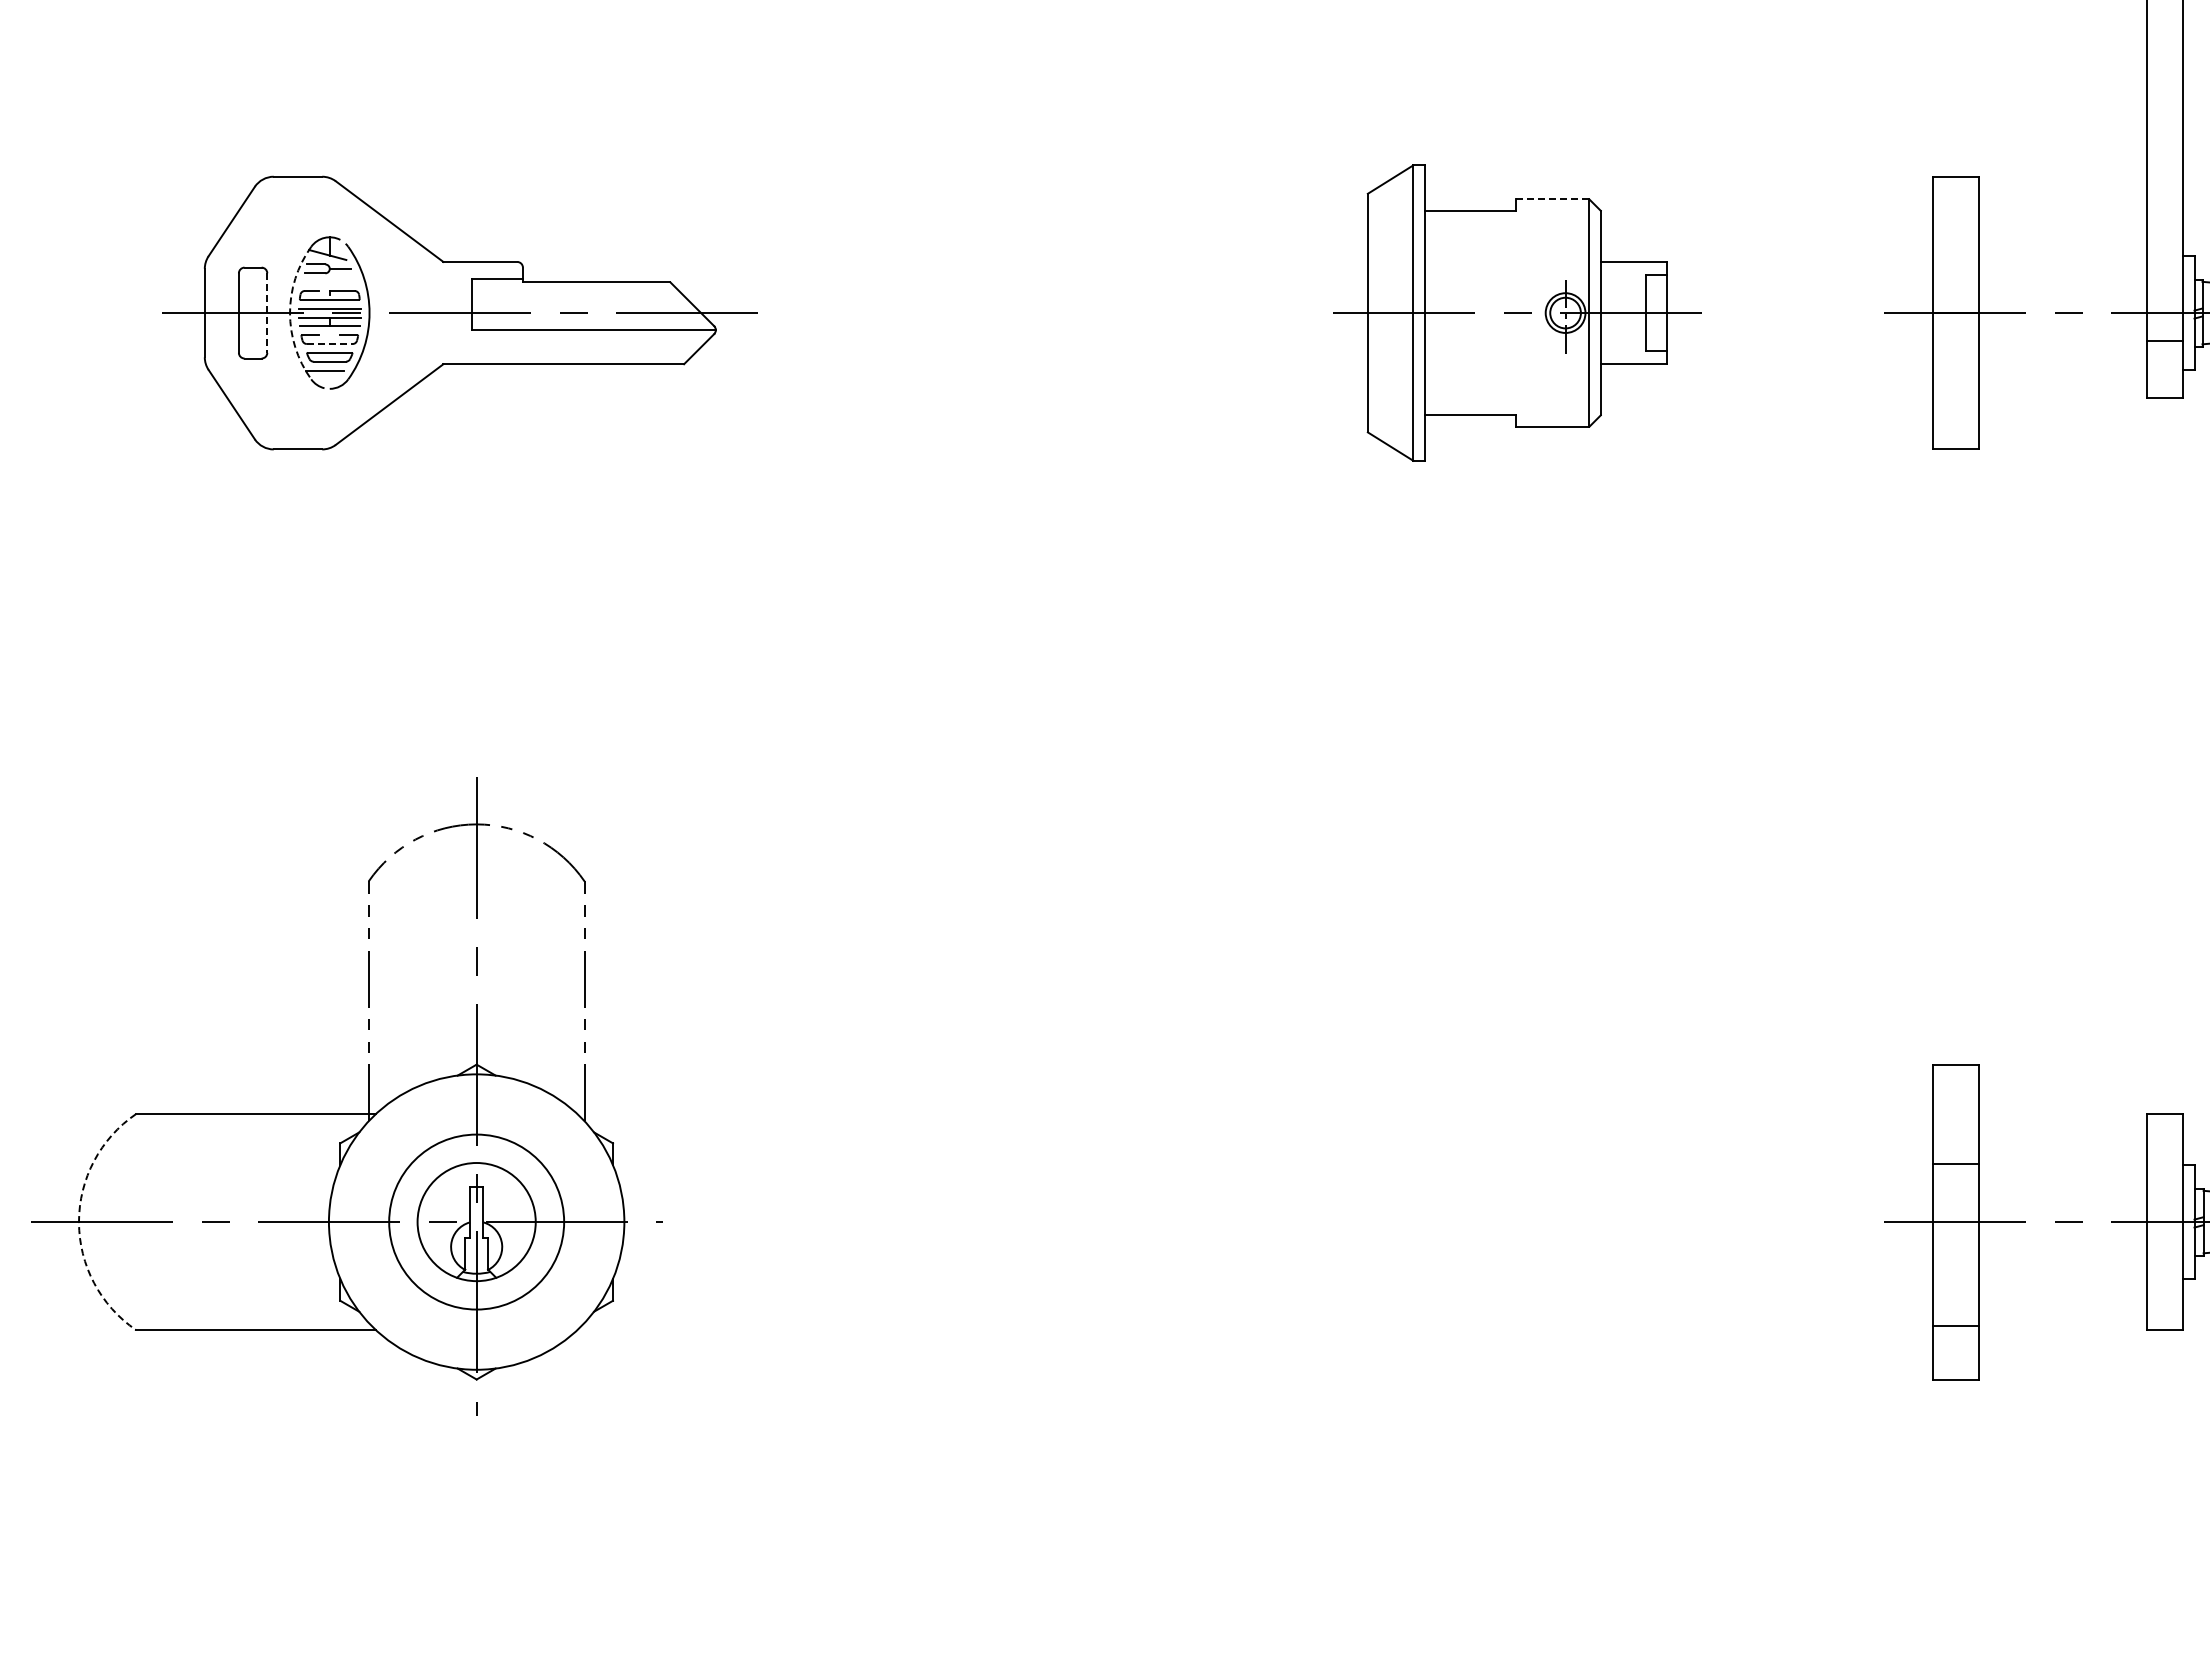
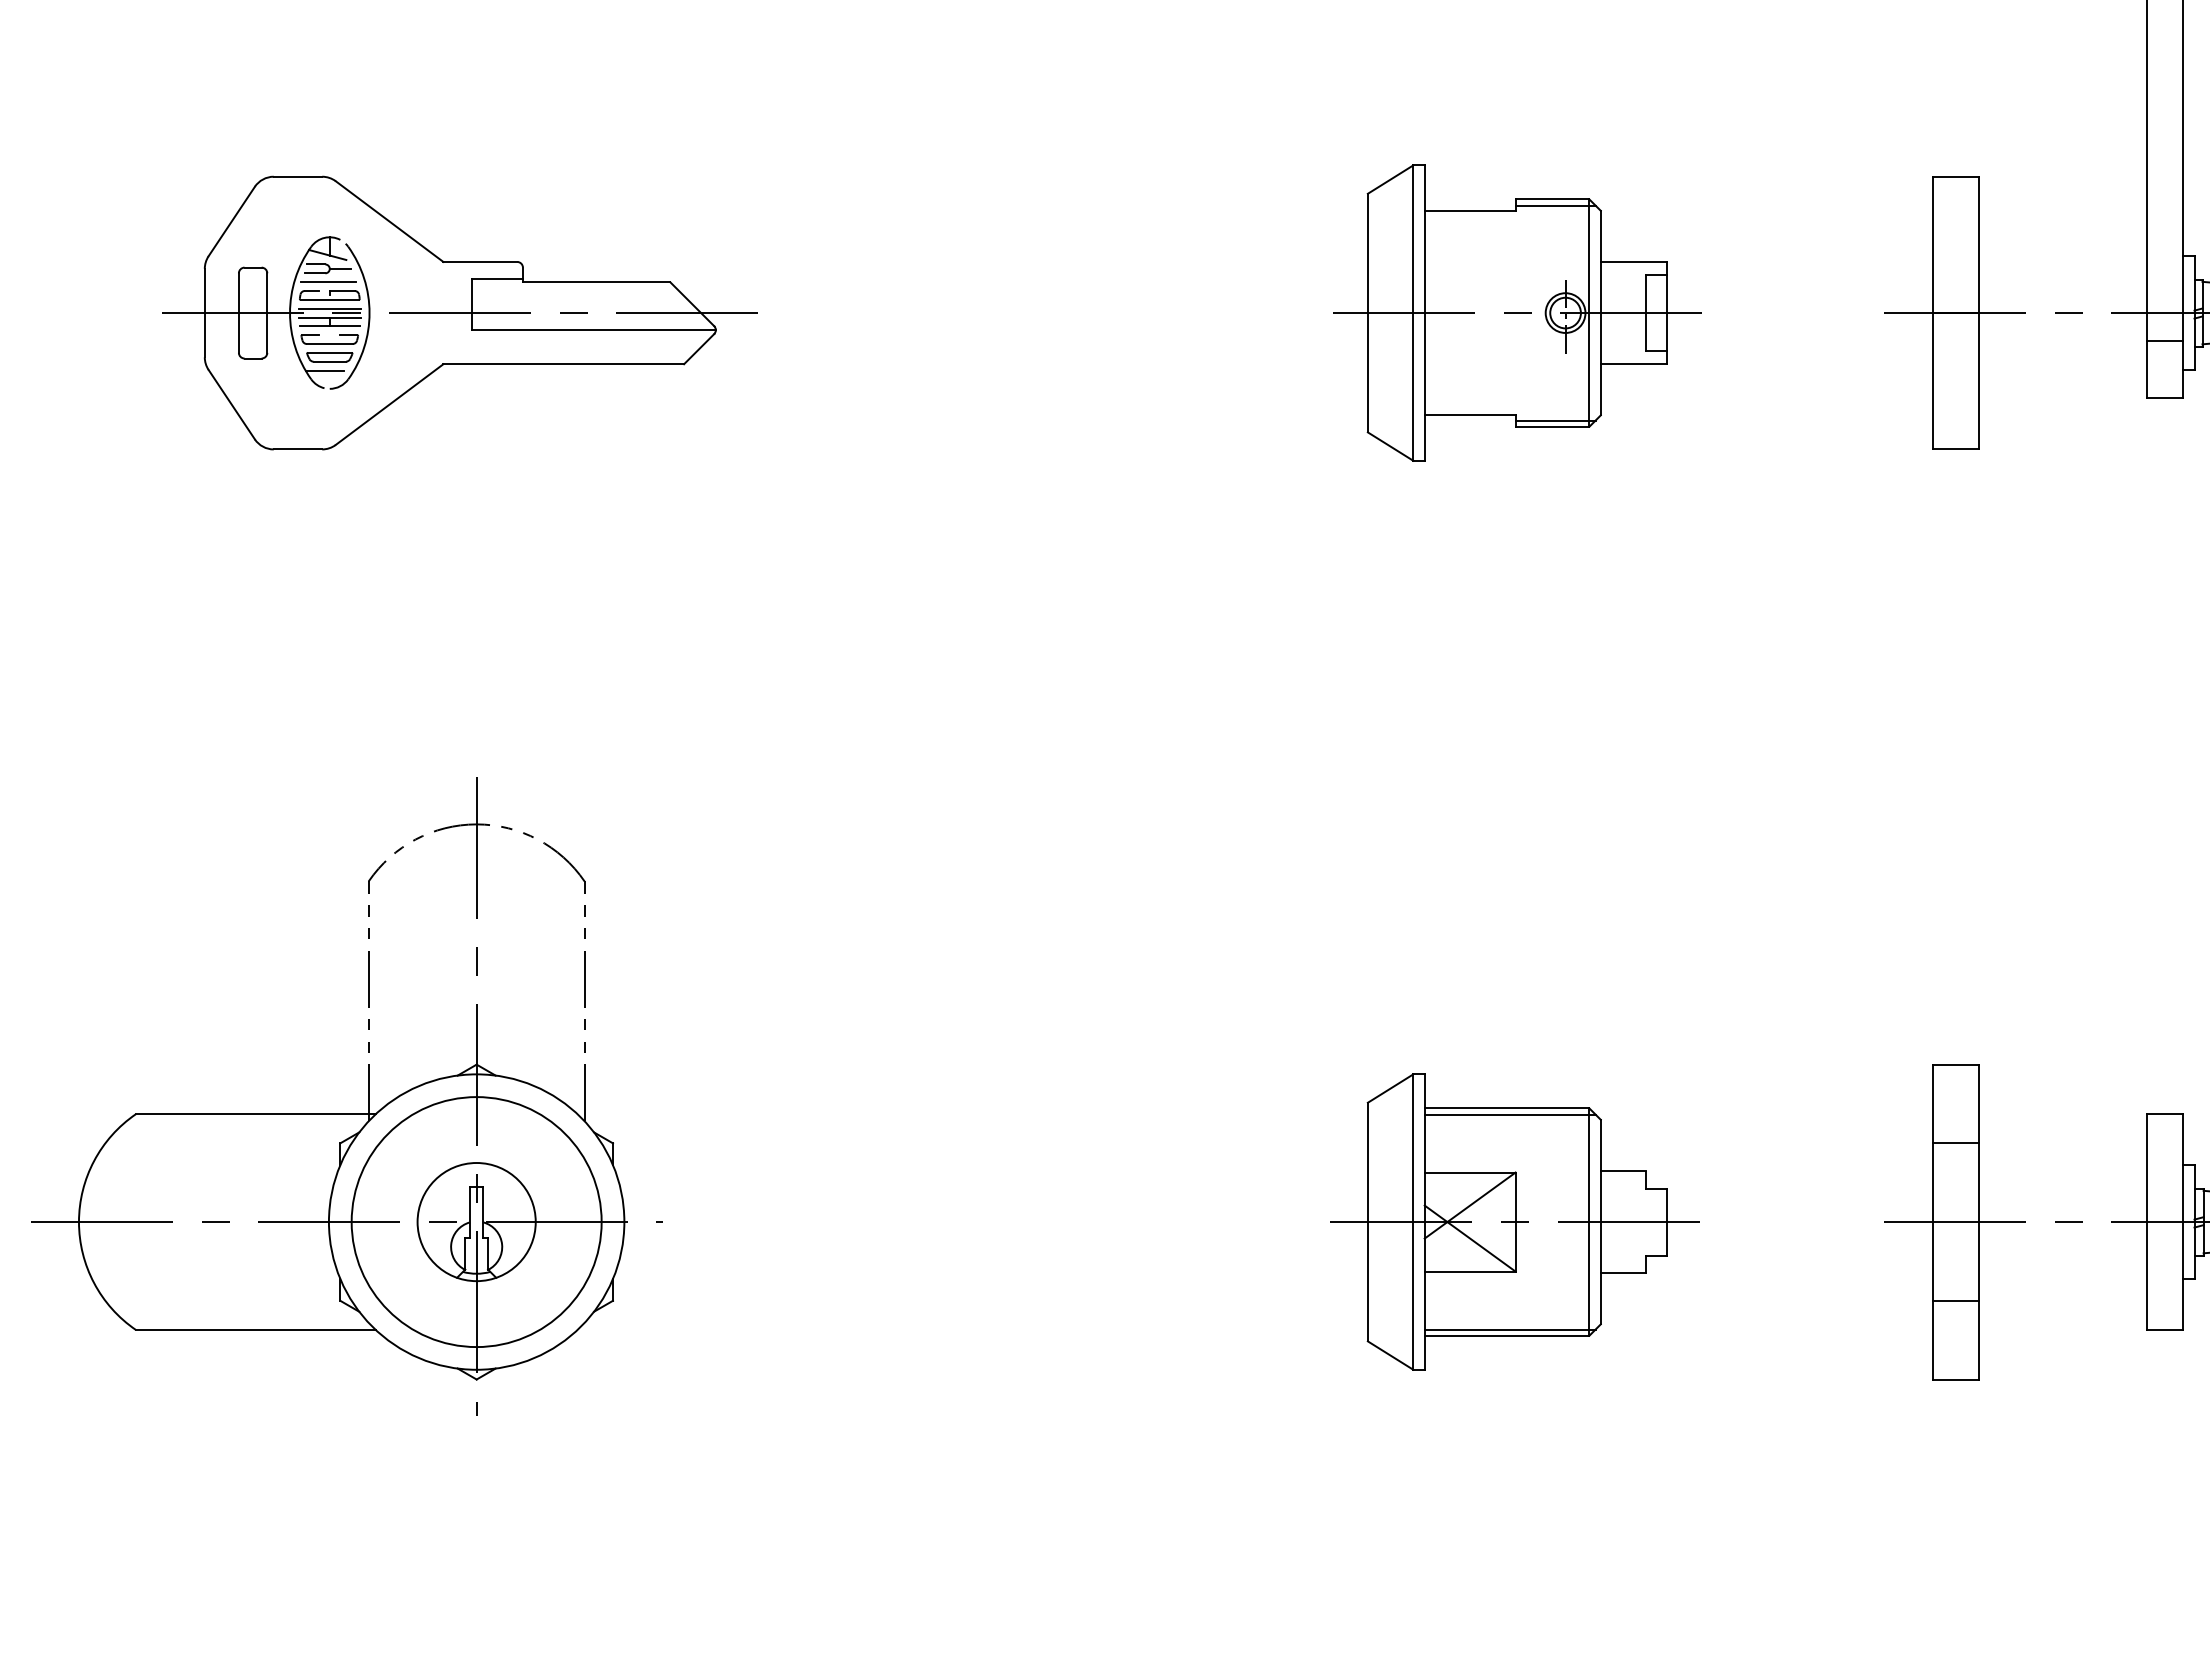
line at (1552, 199): dashed -> solid
line at (1555, 205): none -> present
line at (328, 282): none -> present
line at (267, 313): dashed -> solid
arc at (290, 313): dashed -> solid
line at (329, 344): dashed -> solid
line at (1555, 420): none -> present
line at (1955, 1164) position: (1955, 1164) -> (1955, 1143)
circle at (476, 1221) diameter: 175 px -> 250 px
part at (1514, 1221): none -> present
arc at (78, 1222): dashed -> solid
line at (1955, 1325) position: (1955, 1325) -> (1955, 1300)
